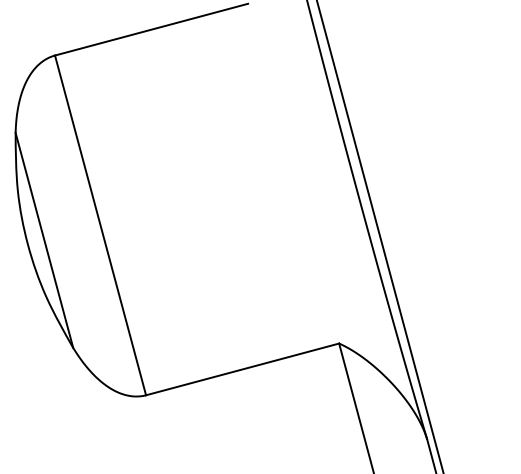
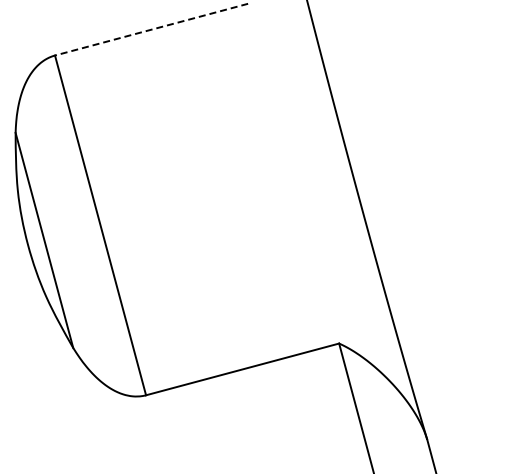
line at (151, 29): solid -> dashed
line at (379, 236): present -> none
